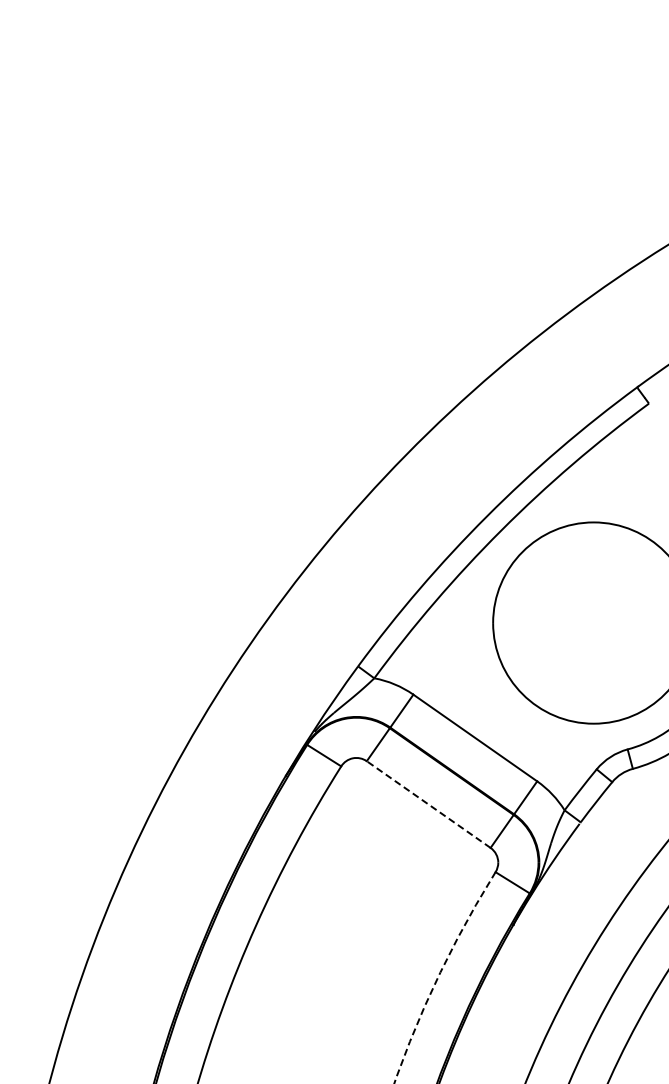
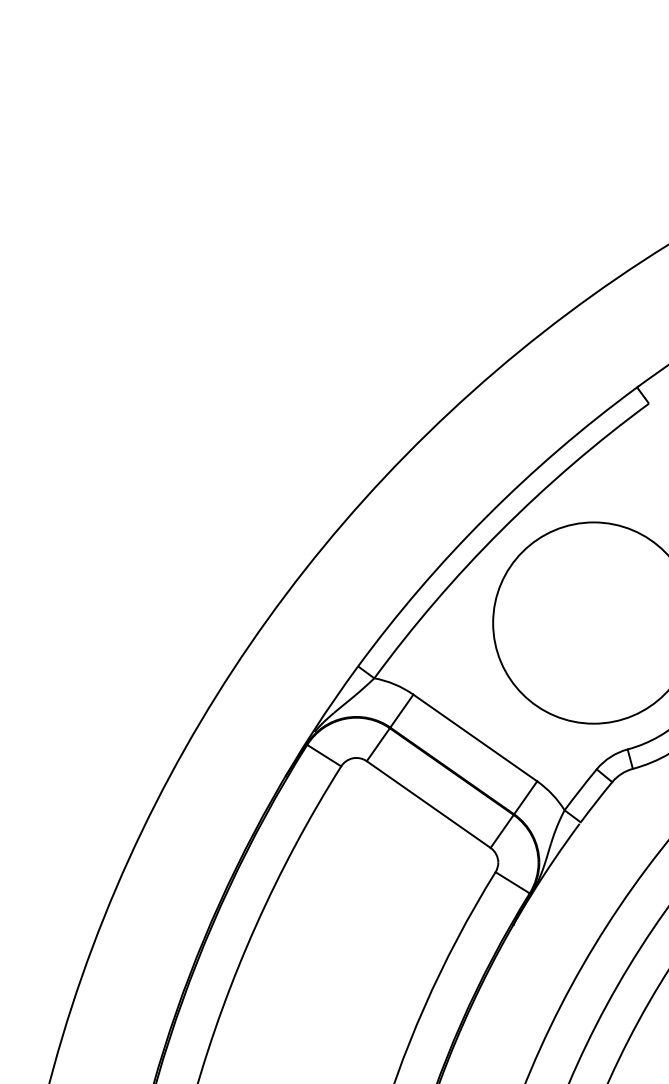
line at (428, 804): dashed -> solid
arc at (439, 973): dashed -> solid
